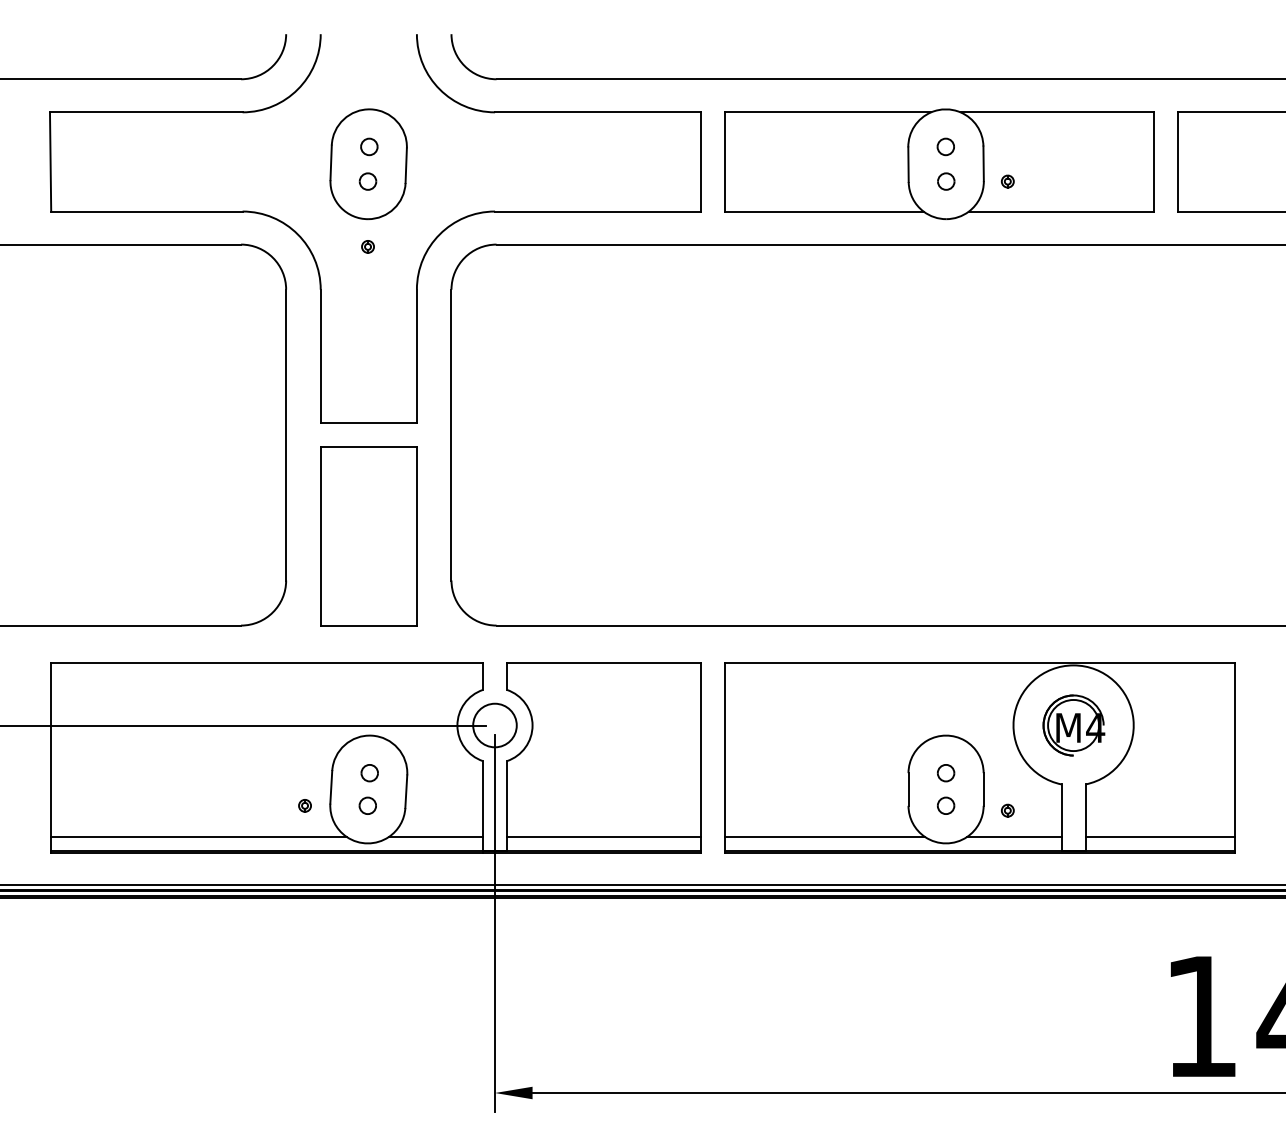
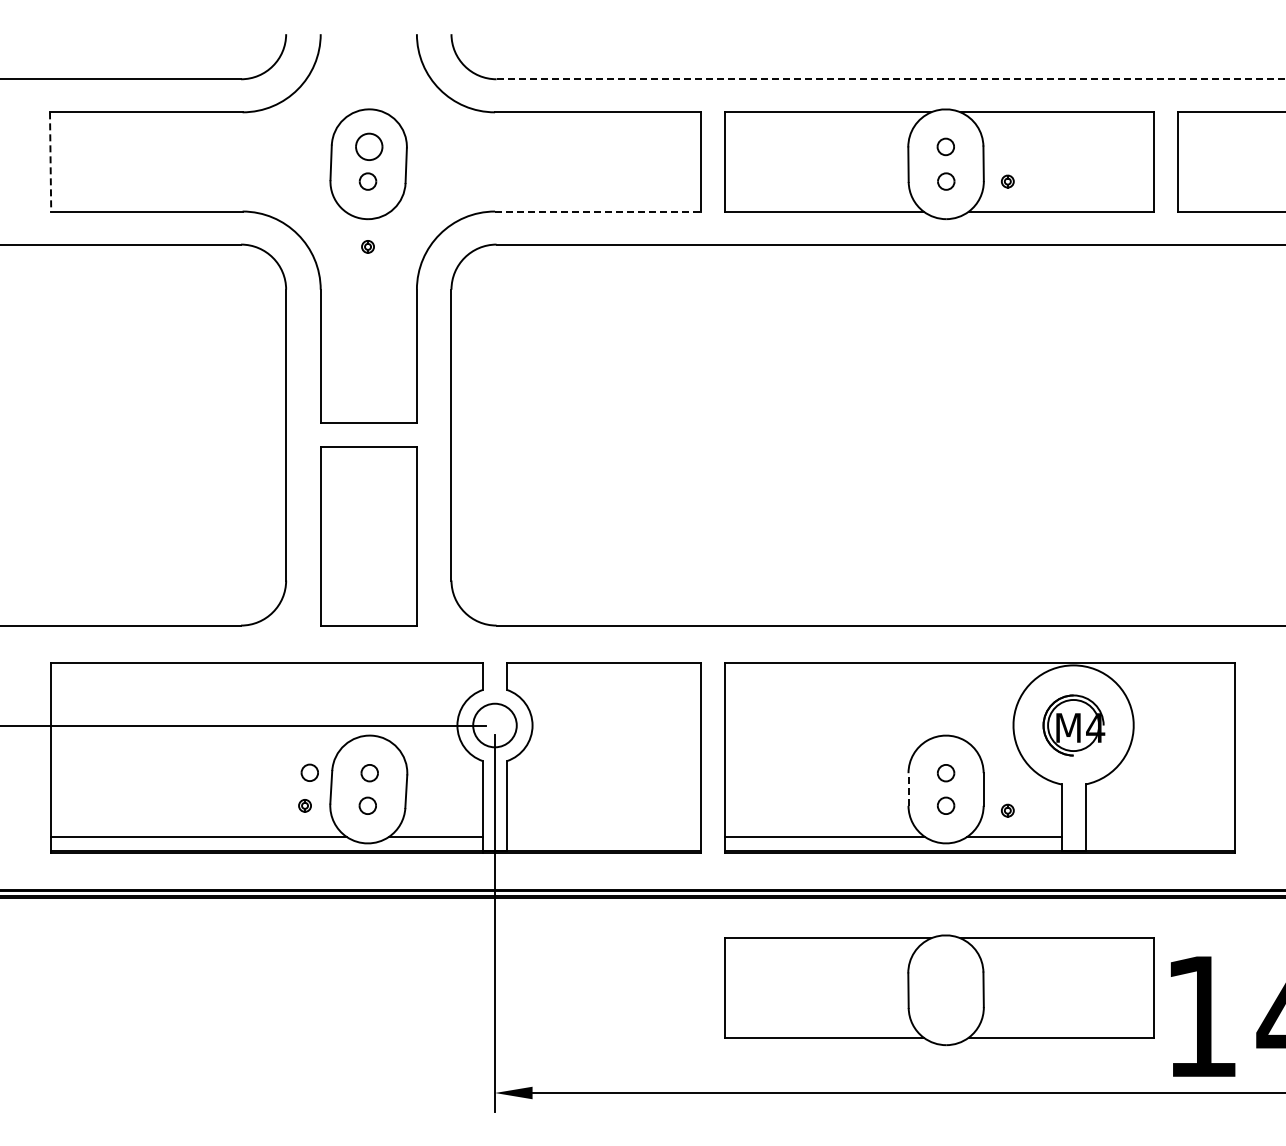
line at (891, 79): solid -> dashed
part at (369, 146) size: 19x20 px -> 29x29 px
line at (50, 161): solid -> dashed
line at (598, 211): solid -> dashed
part at (309, 772): none -> present
line at (908, 789): solid -> dashed
line at (604, 837): present -> none
line at (1160, 837): present -> none
line at (642, 885): present -> none
part at (939, 990): none -> present
